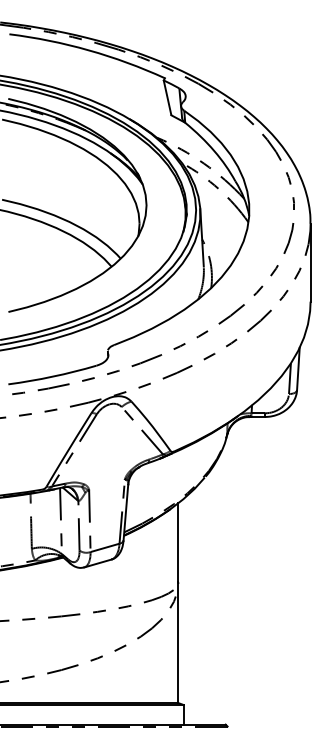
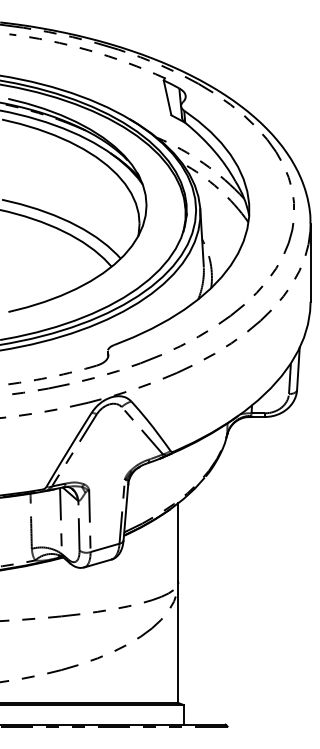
arc at (88, 50): solid -> dashed
arc at (52, 376): solid -> dashed
